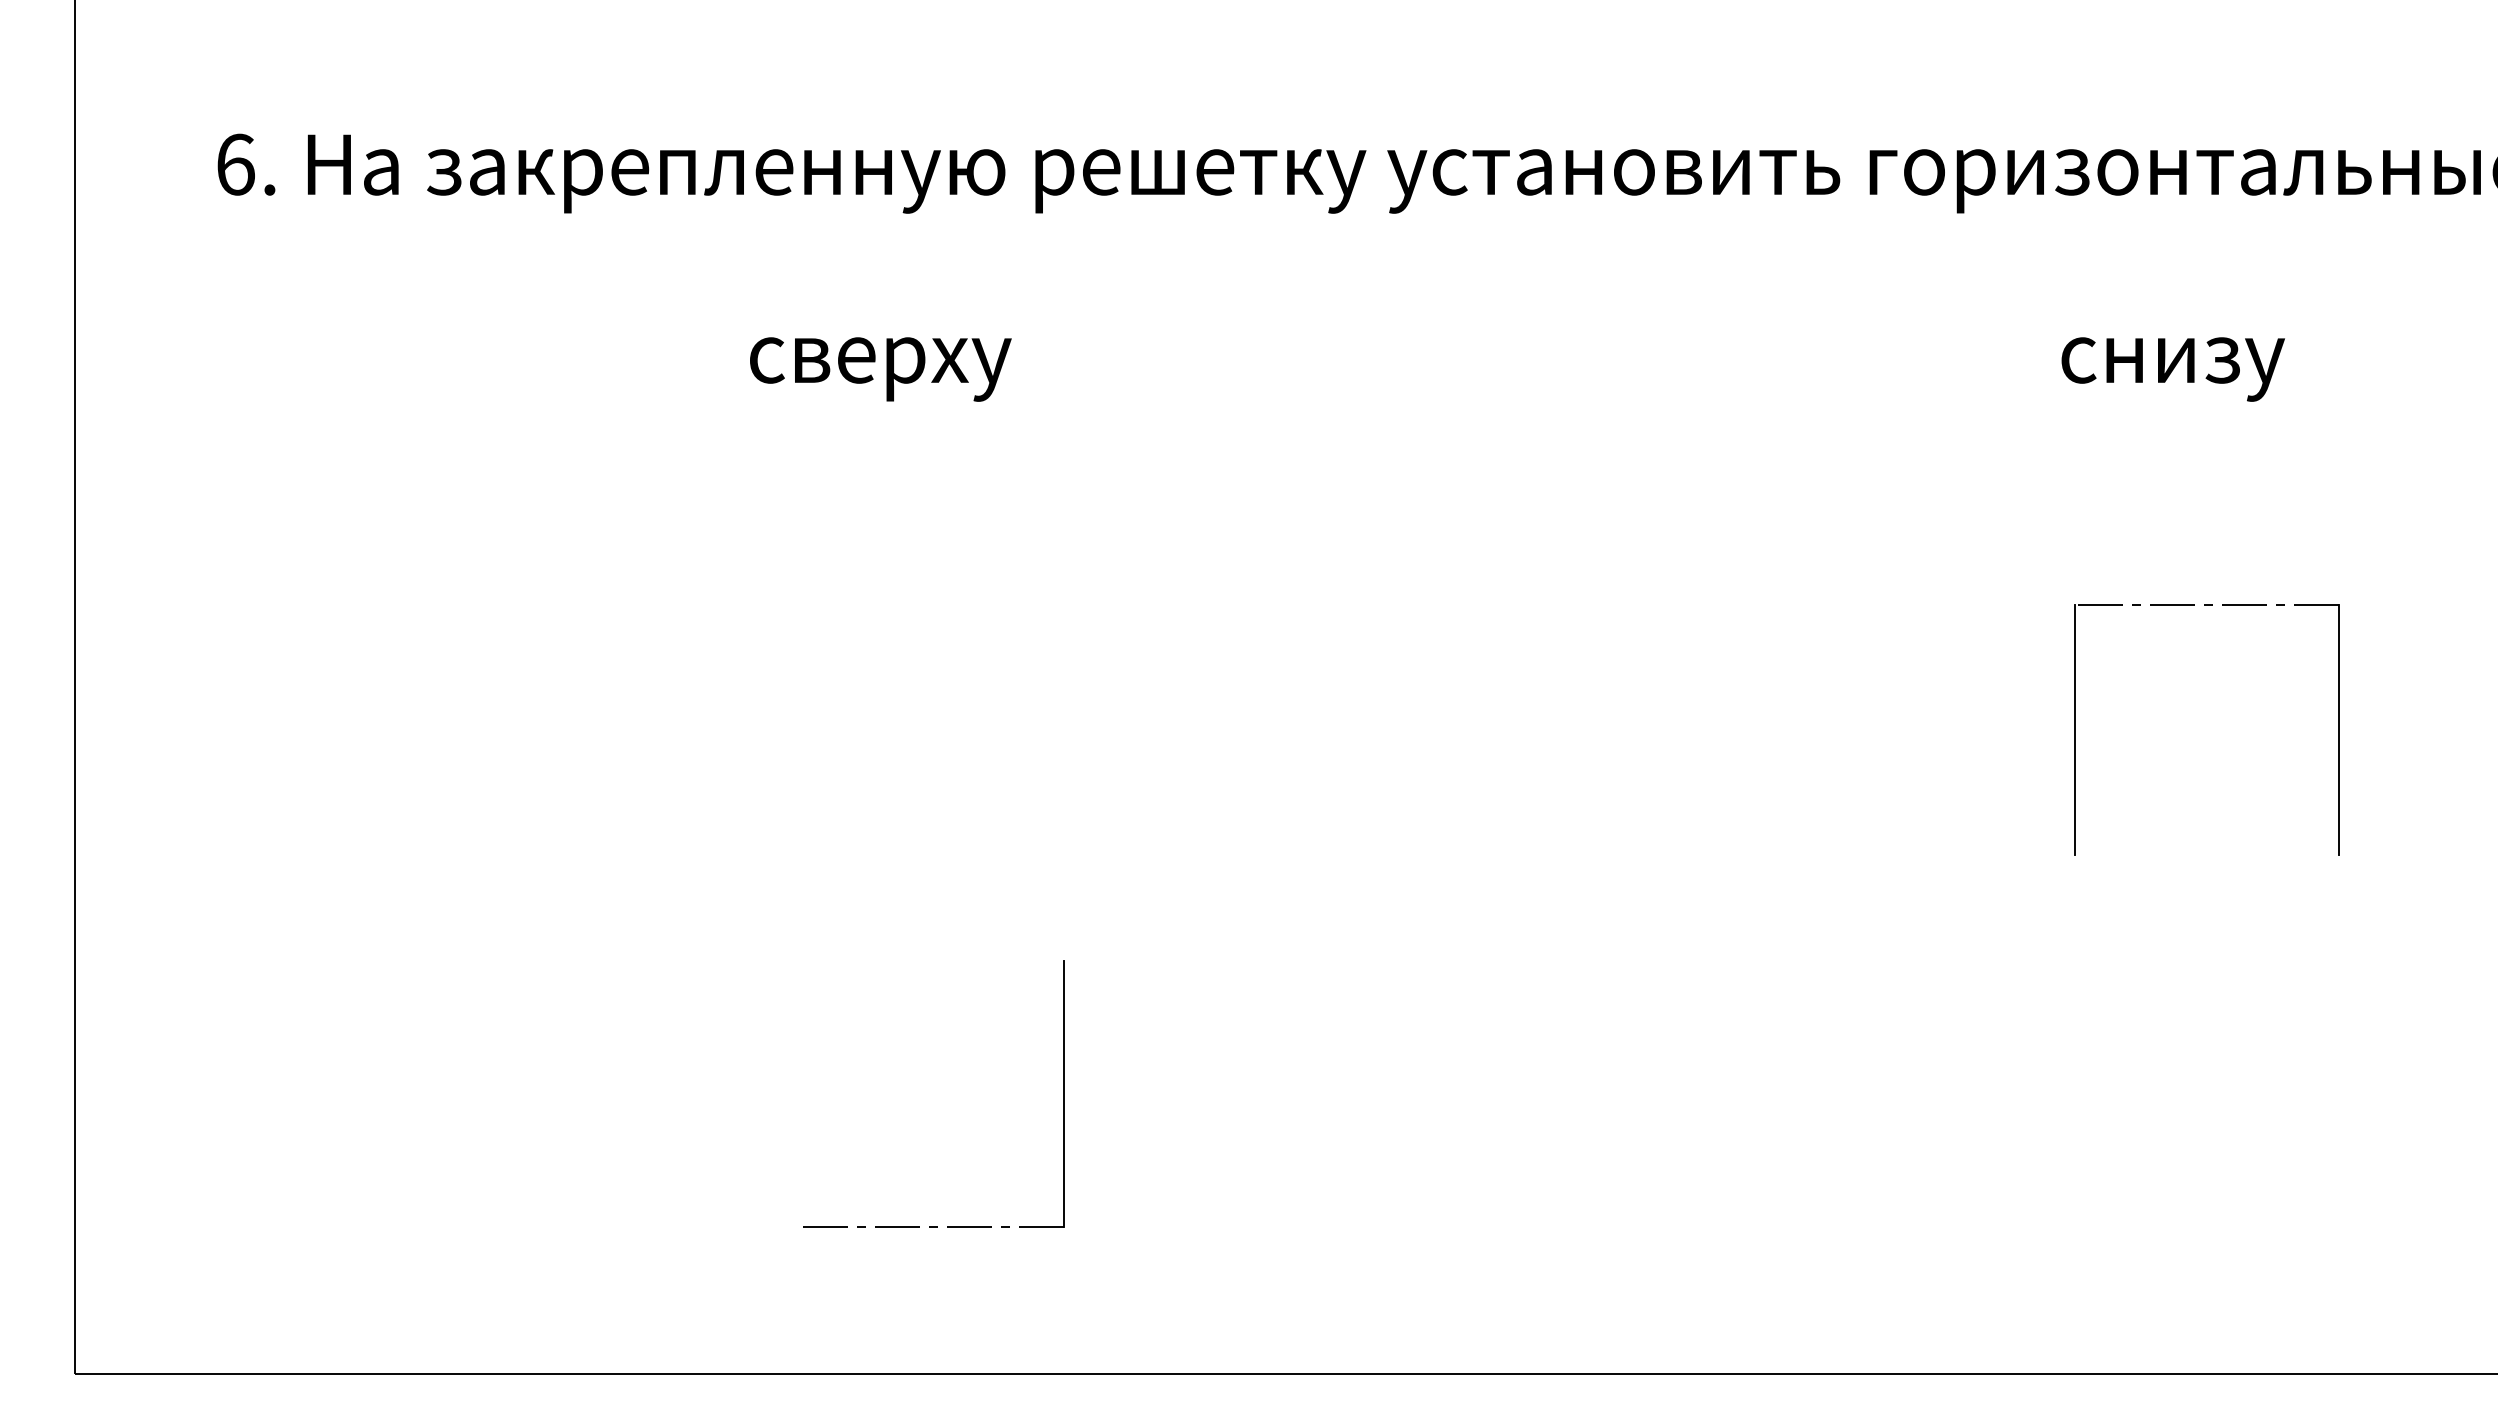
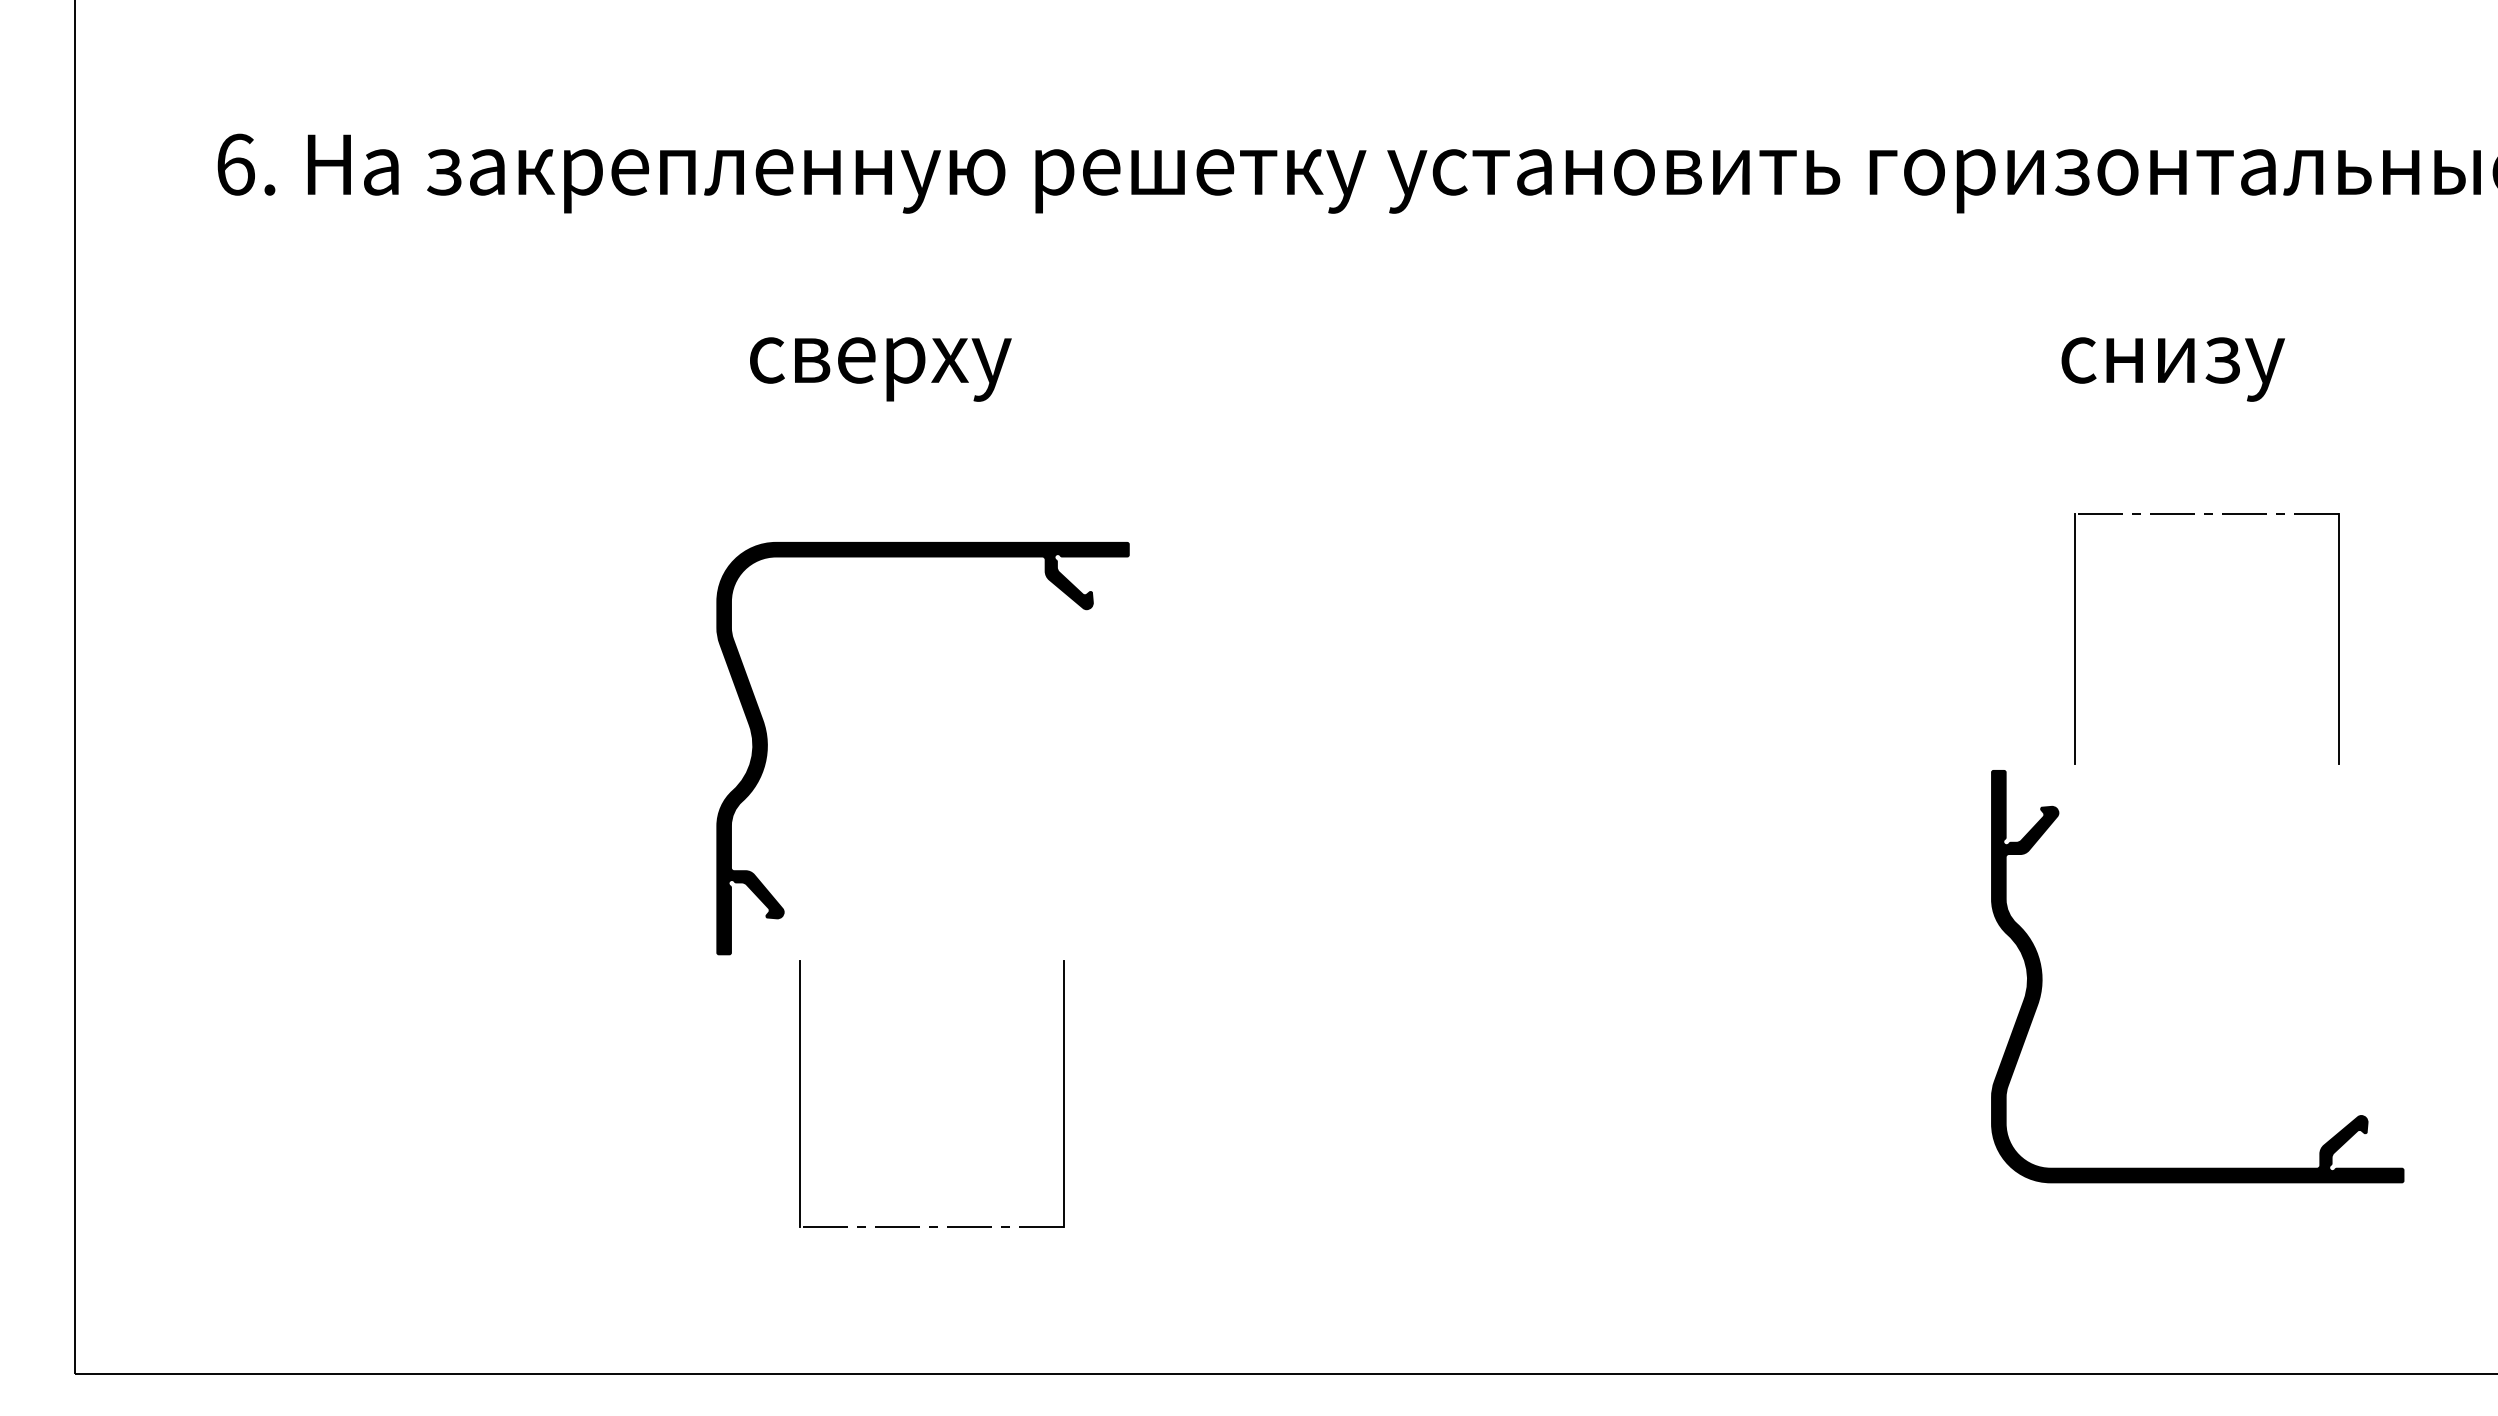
part at (2206, 605) position: (2206, 605) -> (2206, 514)
fill at (922, 748): none -> present
fill at (2197, 976): none -> present
line at (800, 1094): none -> present
